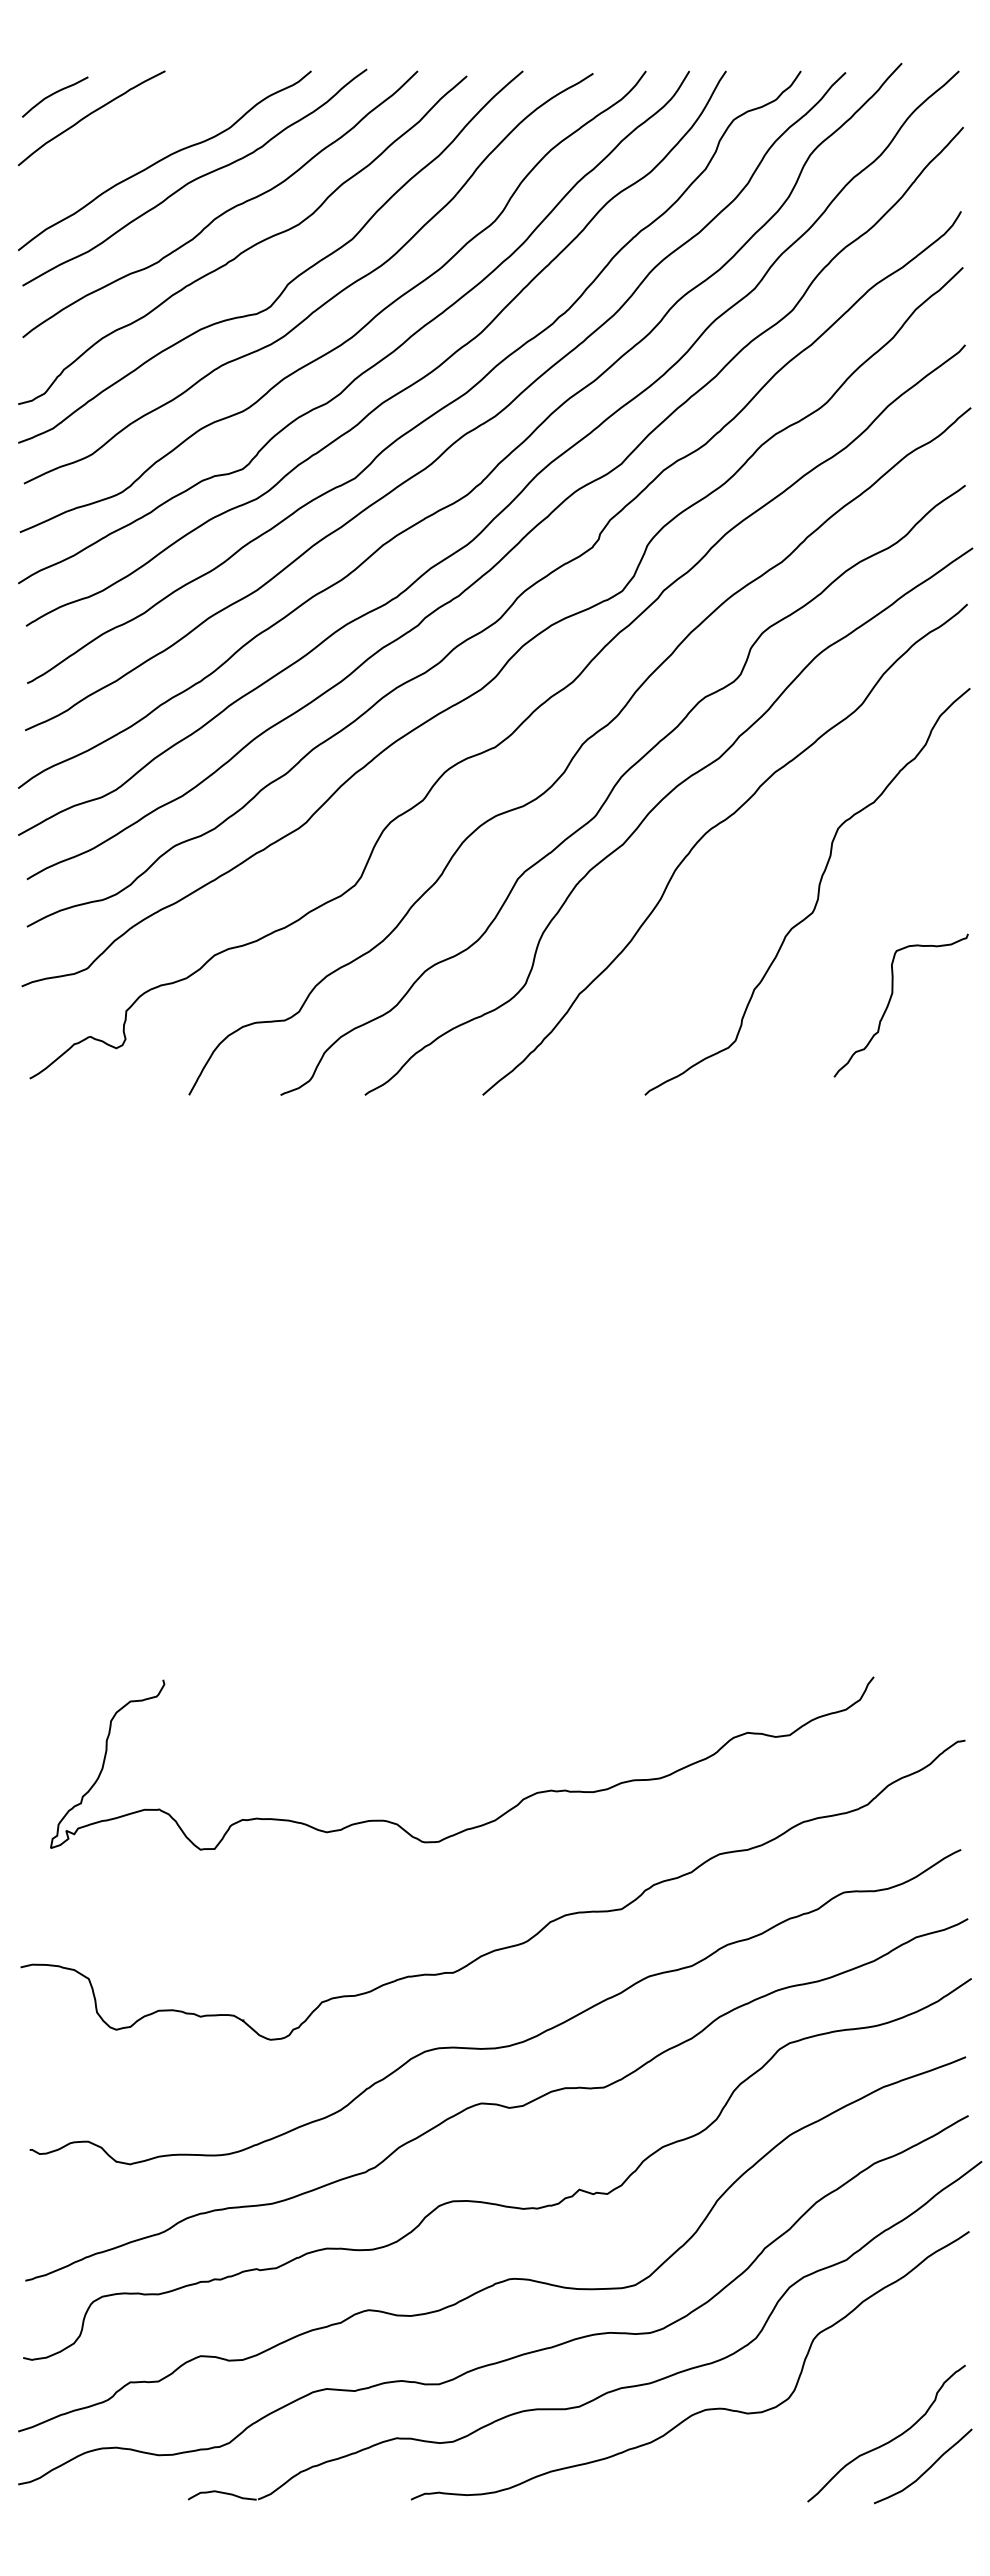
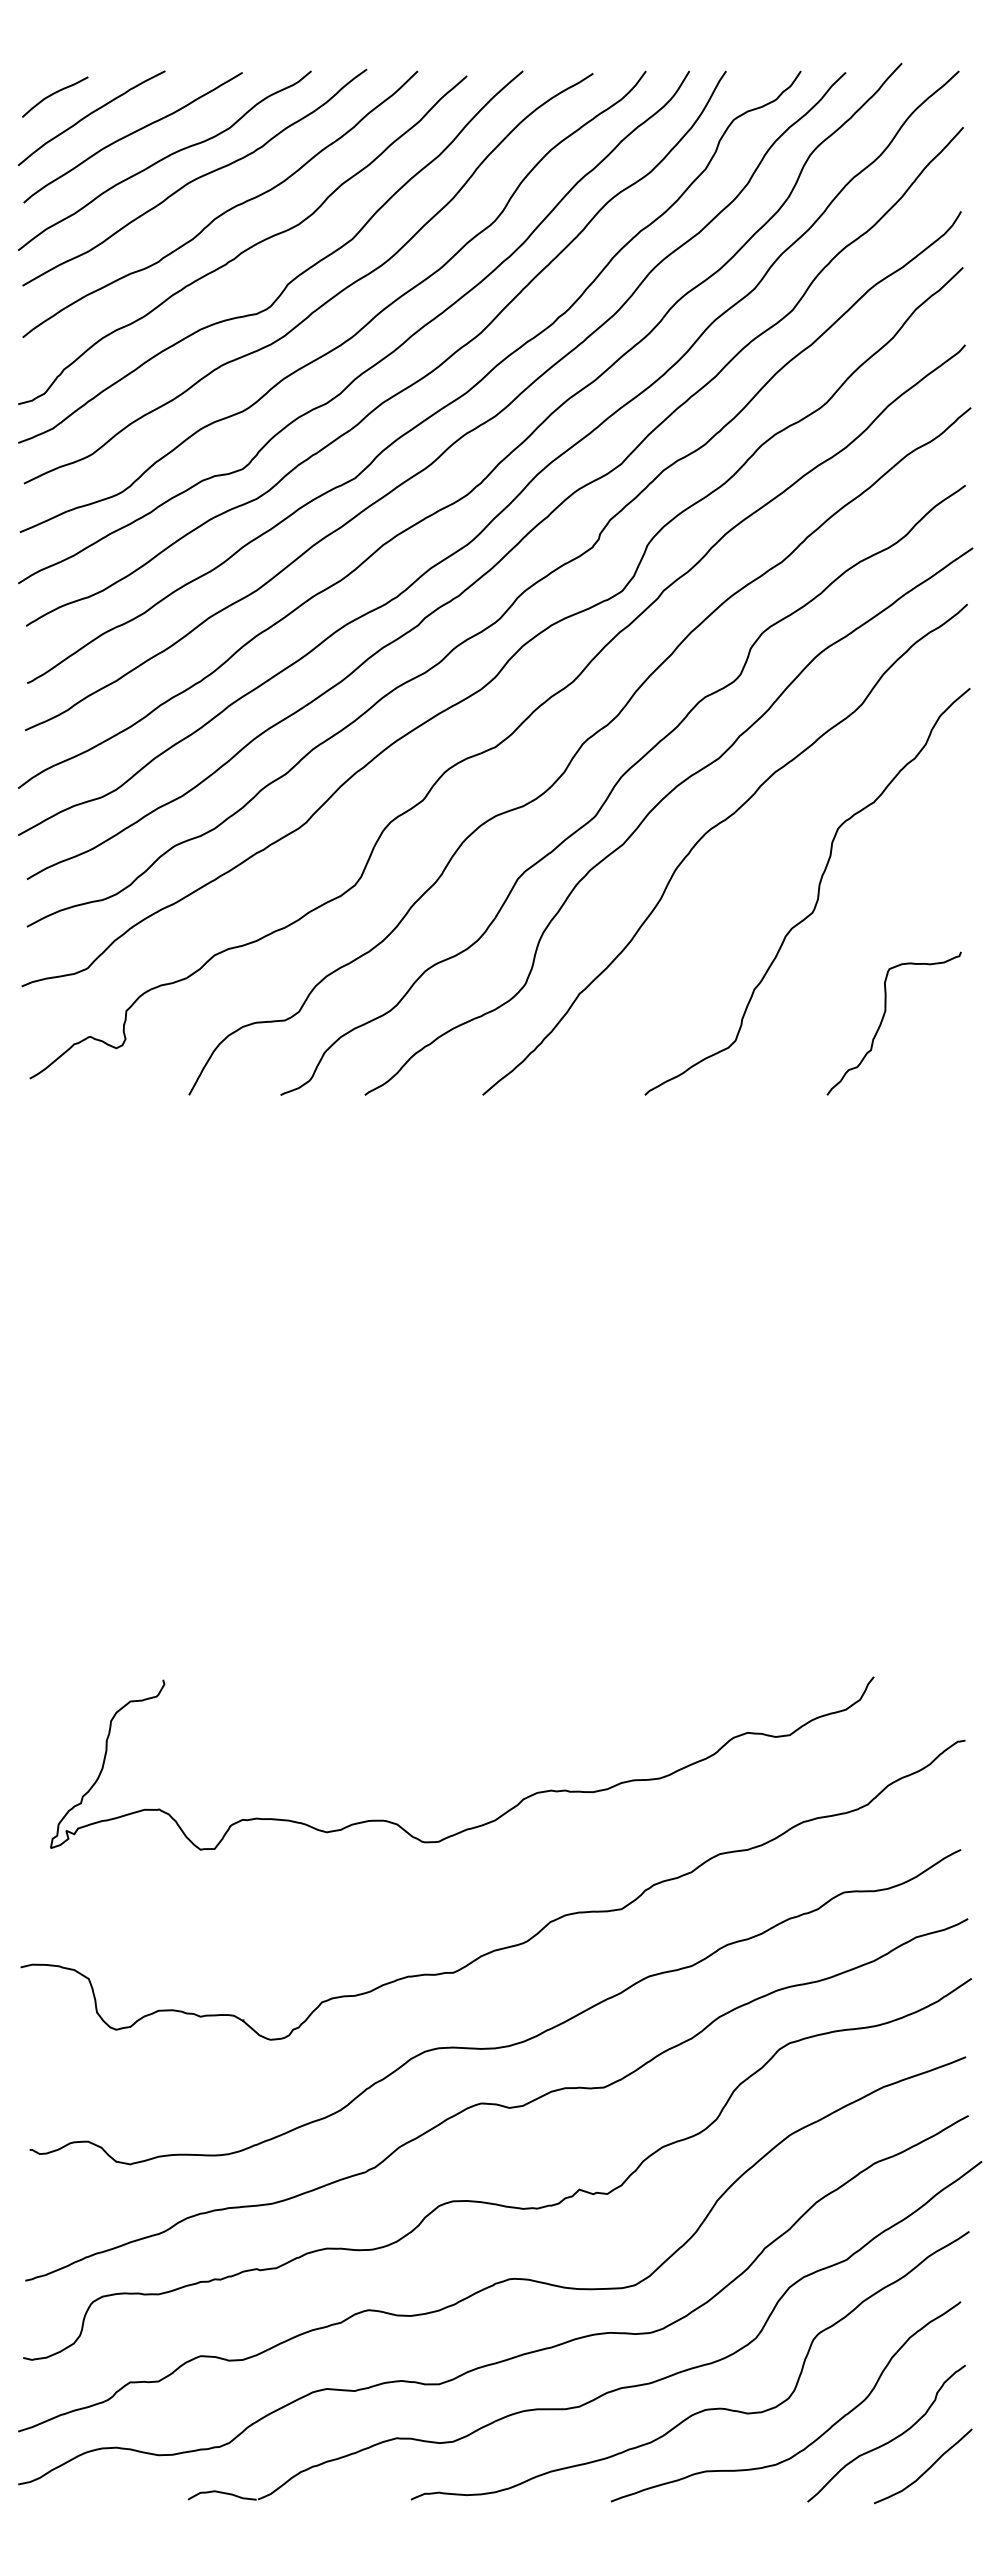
curve at (130, 135): none -> present
curve at (890, 1001) position: (890, 1001) -> (883, 1019)
curve at (817, 2437): none -> present
